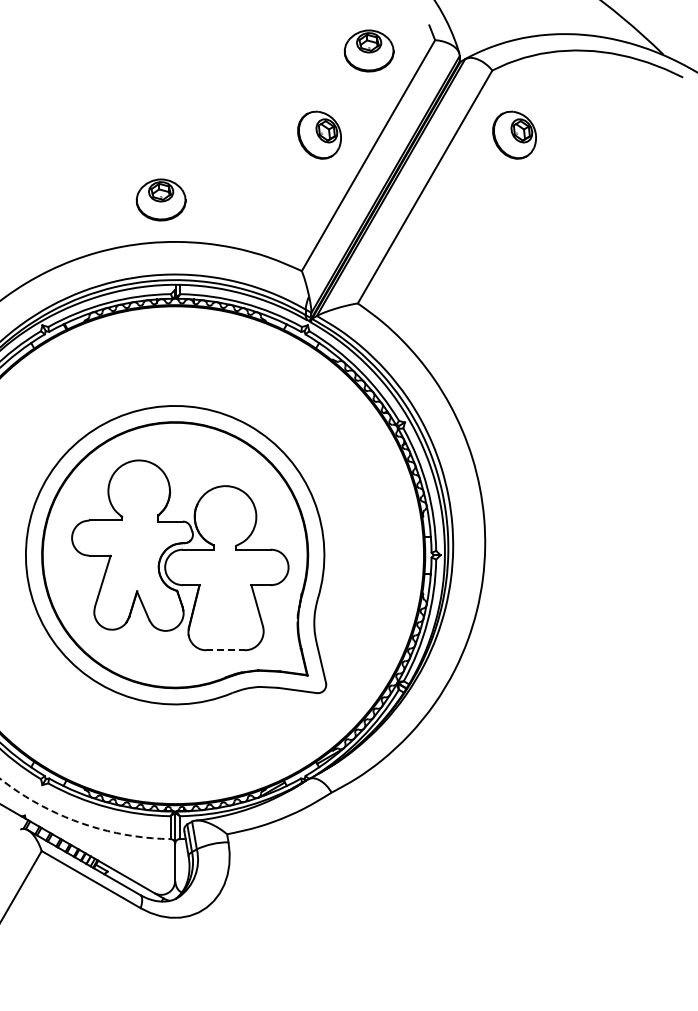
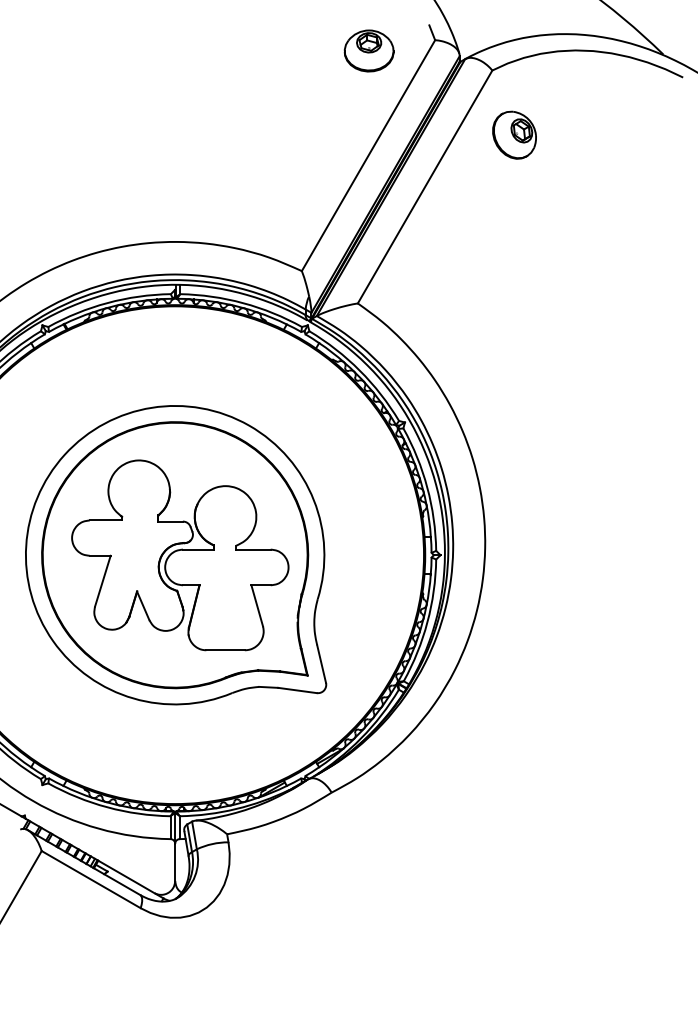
part at (319, 134): present -> none
part at (160, 199): present -> none
line at (226, 650): dashed -> solid
arc at (82, 823): dashed -> solid
